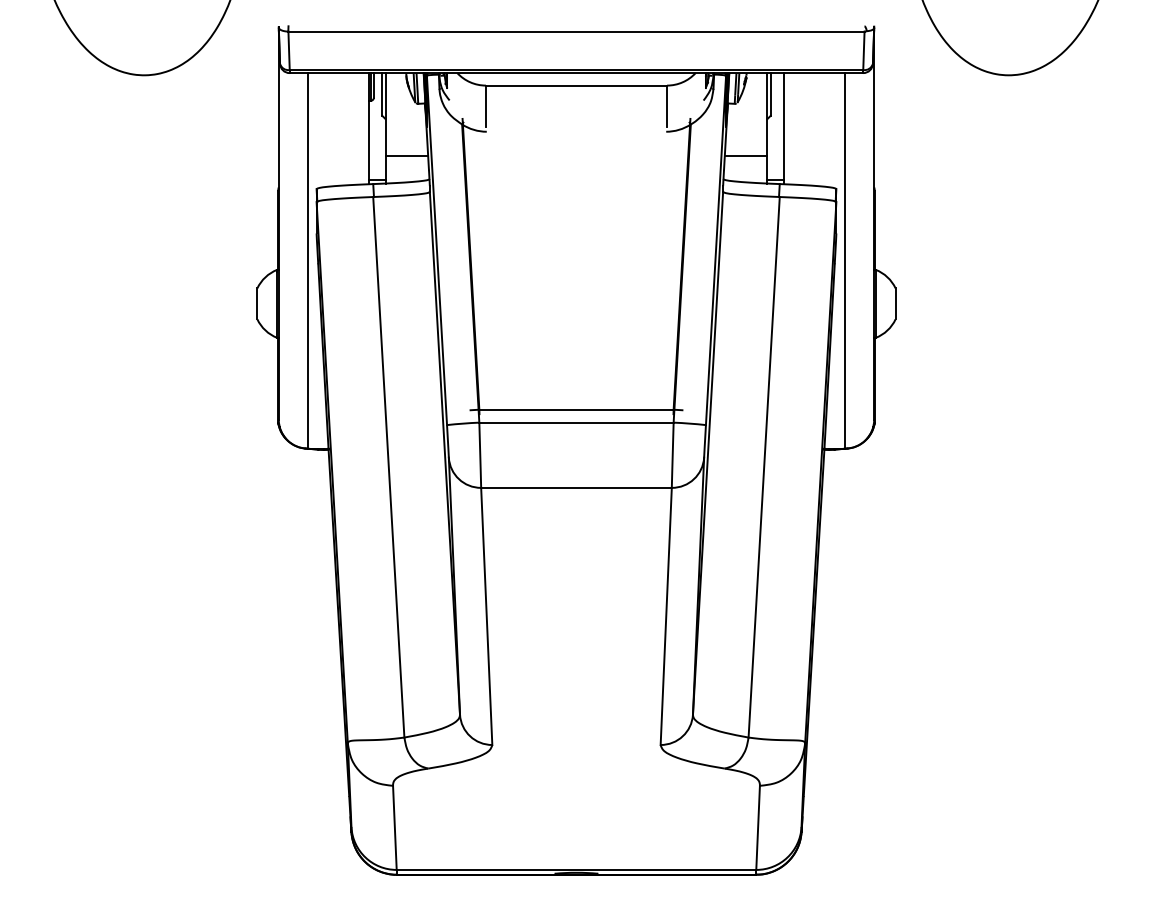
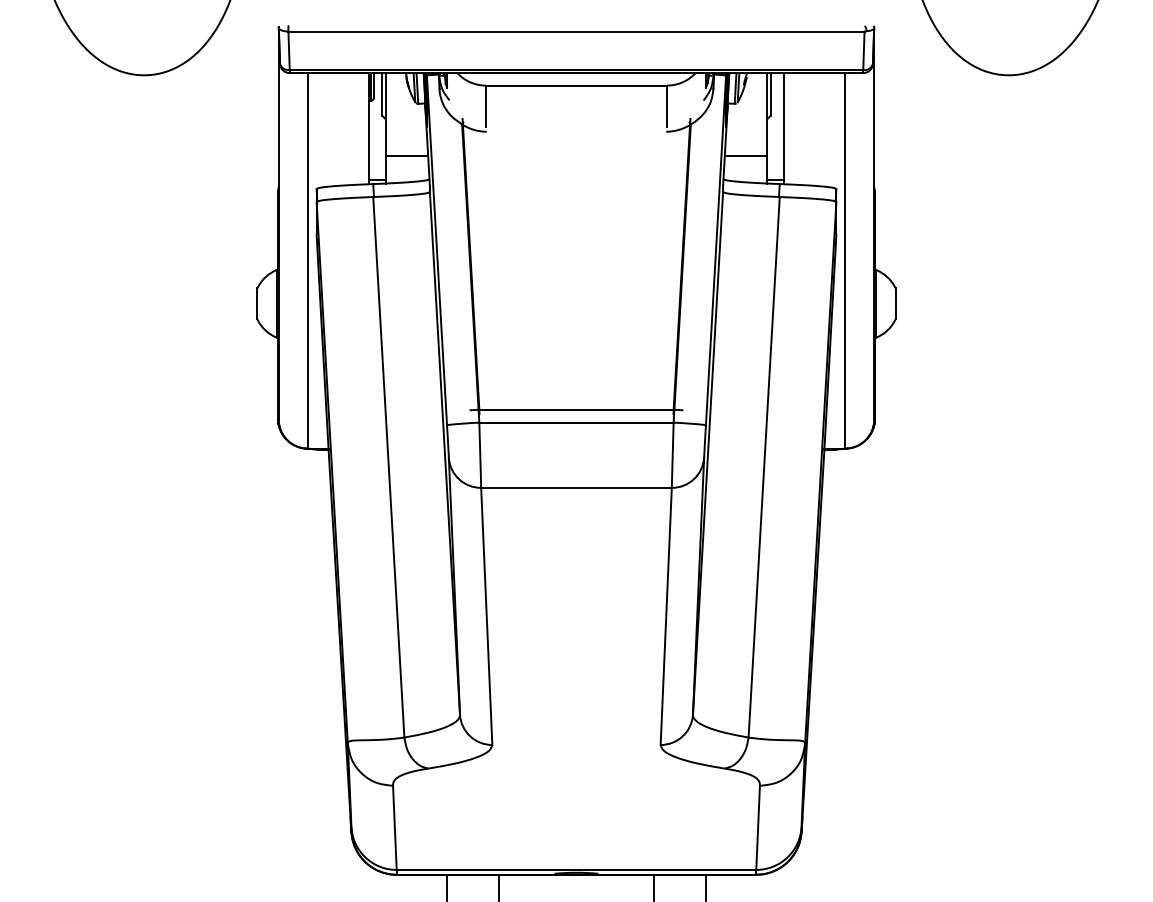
line at (447, 886): none -> present
line at (498, 886): none -> present
line at (654, 886): none -> present
line at (705, 886): none -> present
